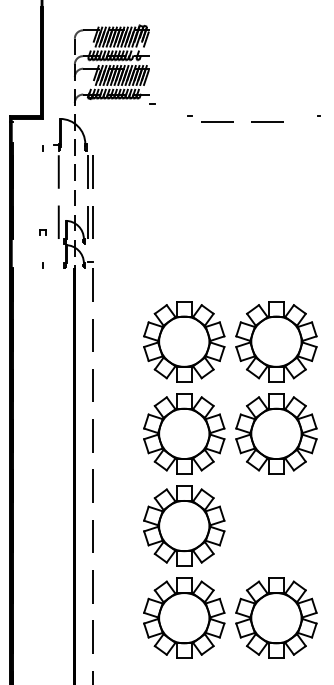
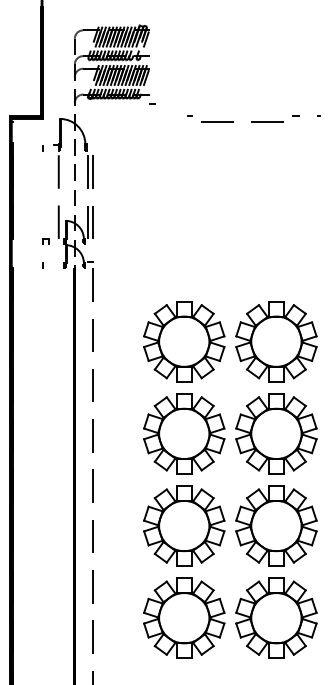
line at (295, 115): none -> present
part at (42, 232) position: (42, 232) -> (45, 241)
part at (276, 525): none -> present
